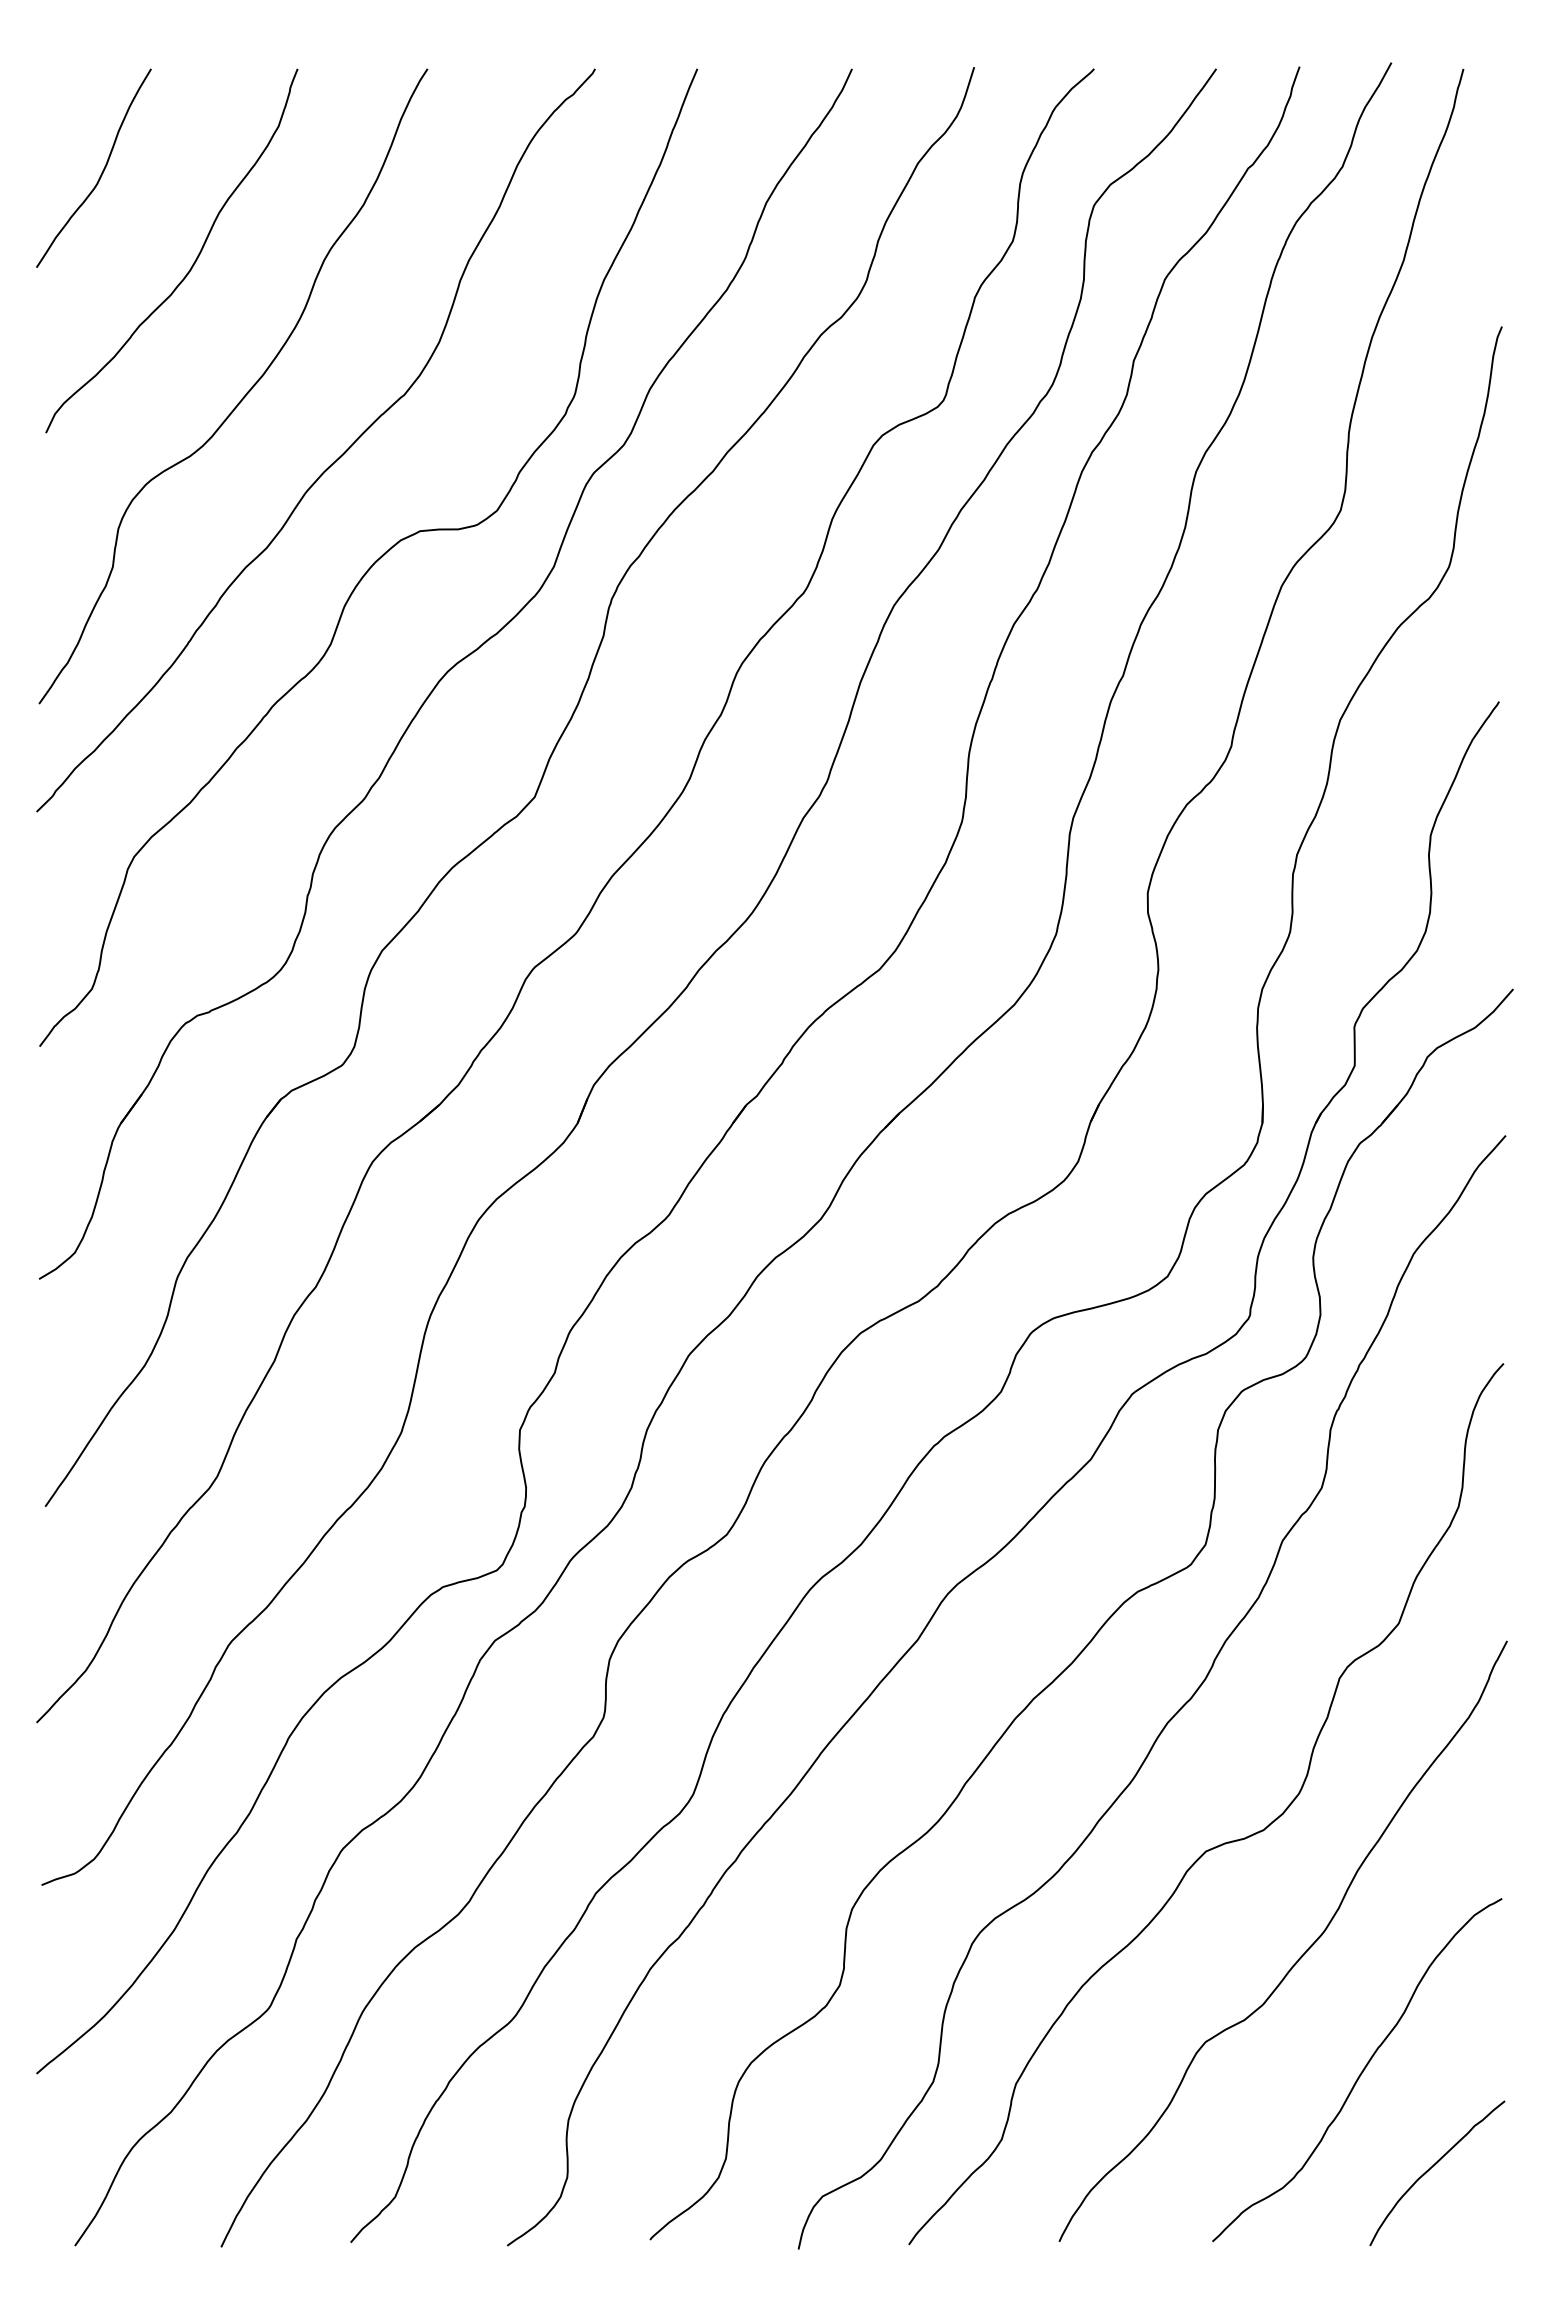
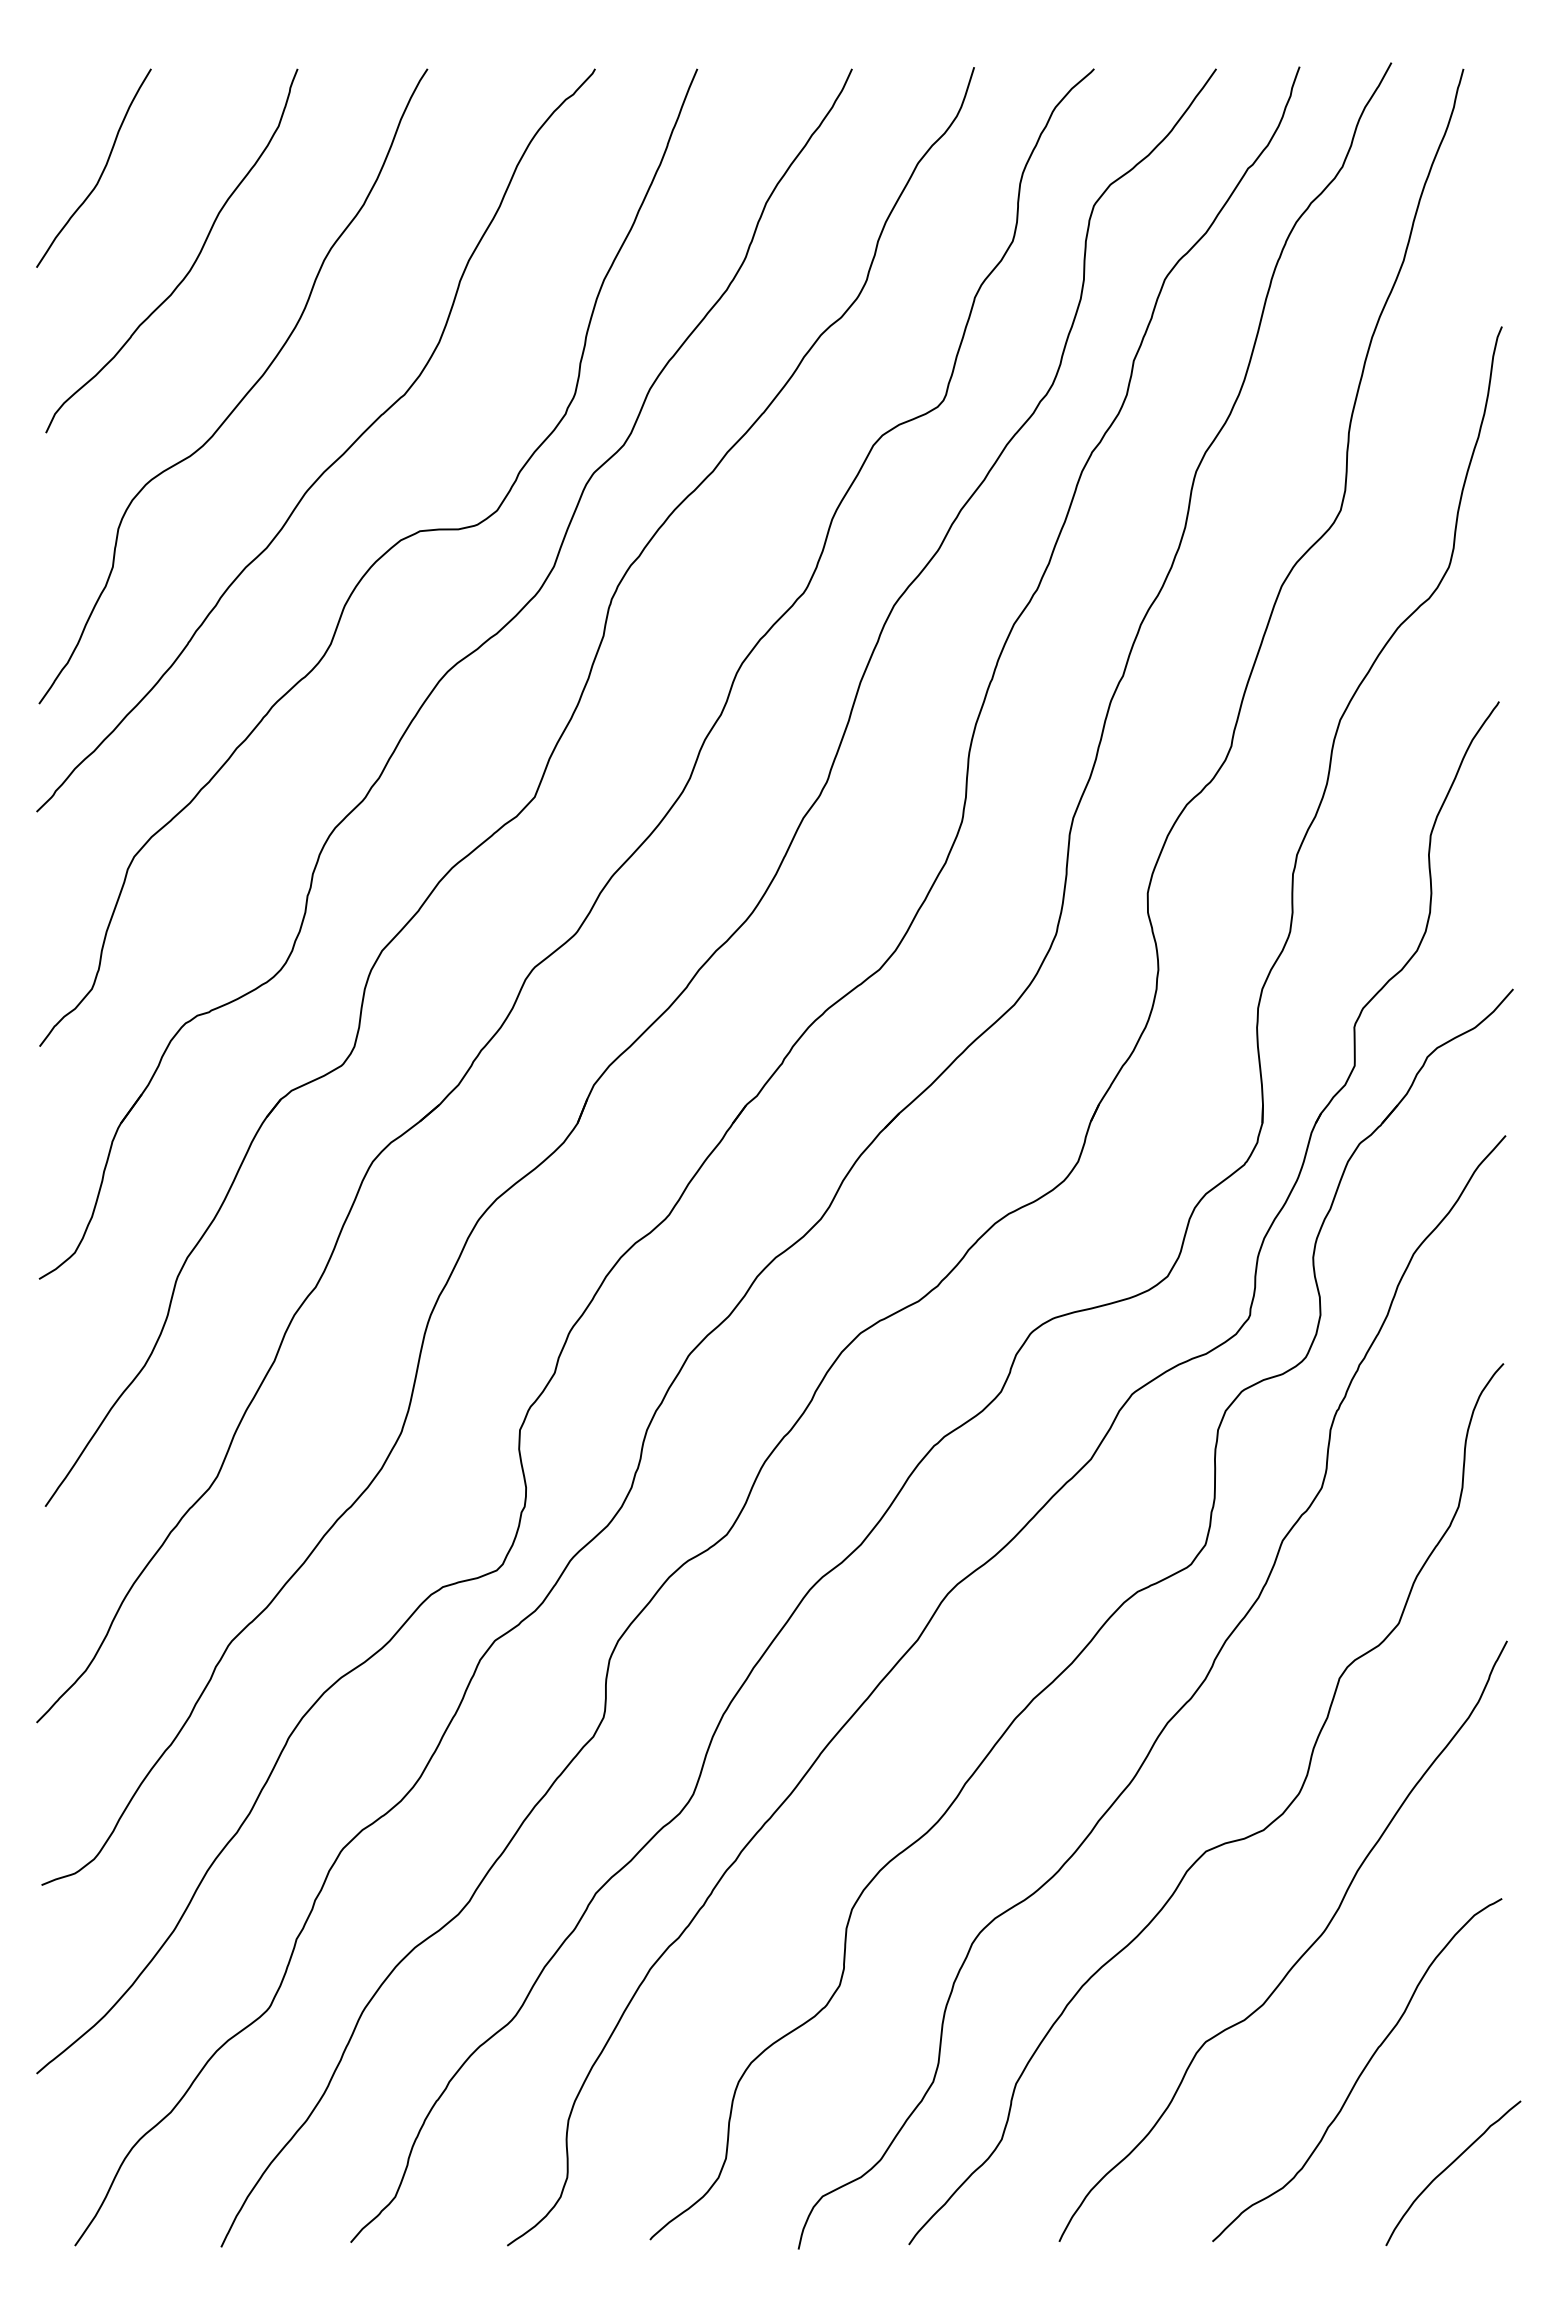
curve at (1434, 2166) position: (1434, 2166) -> (1450, 2166)
